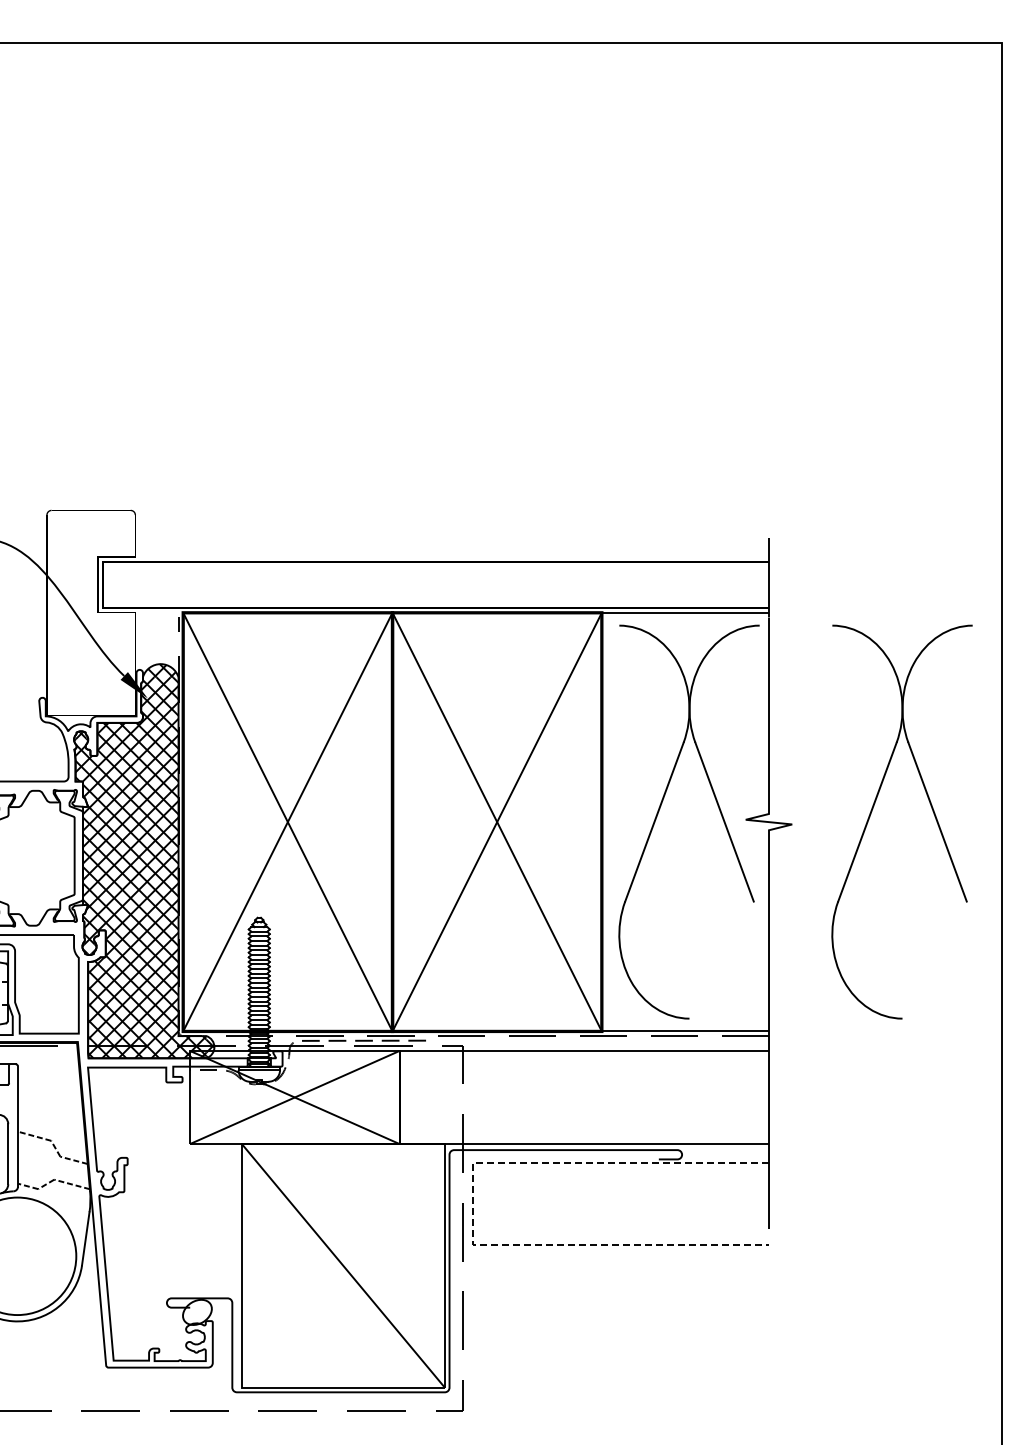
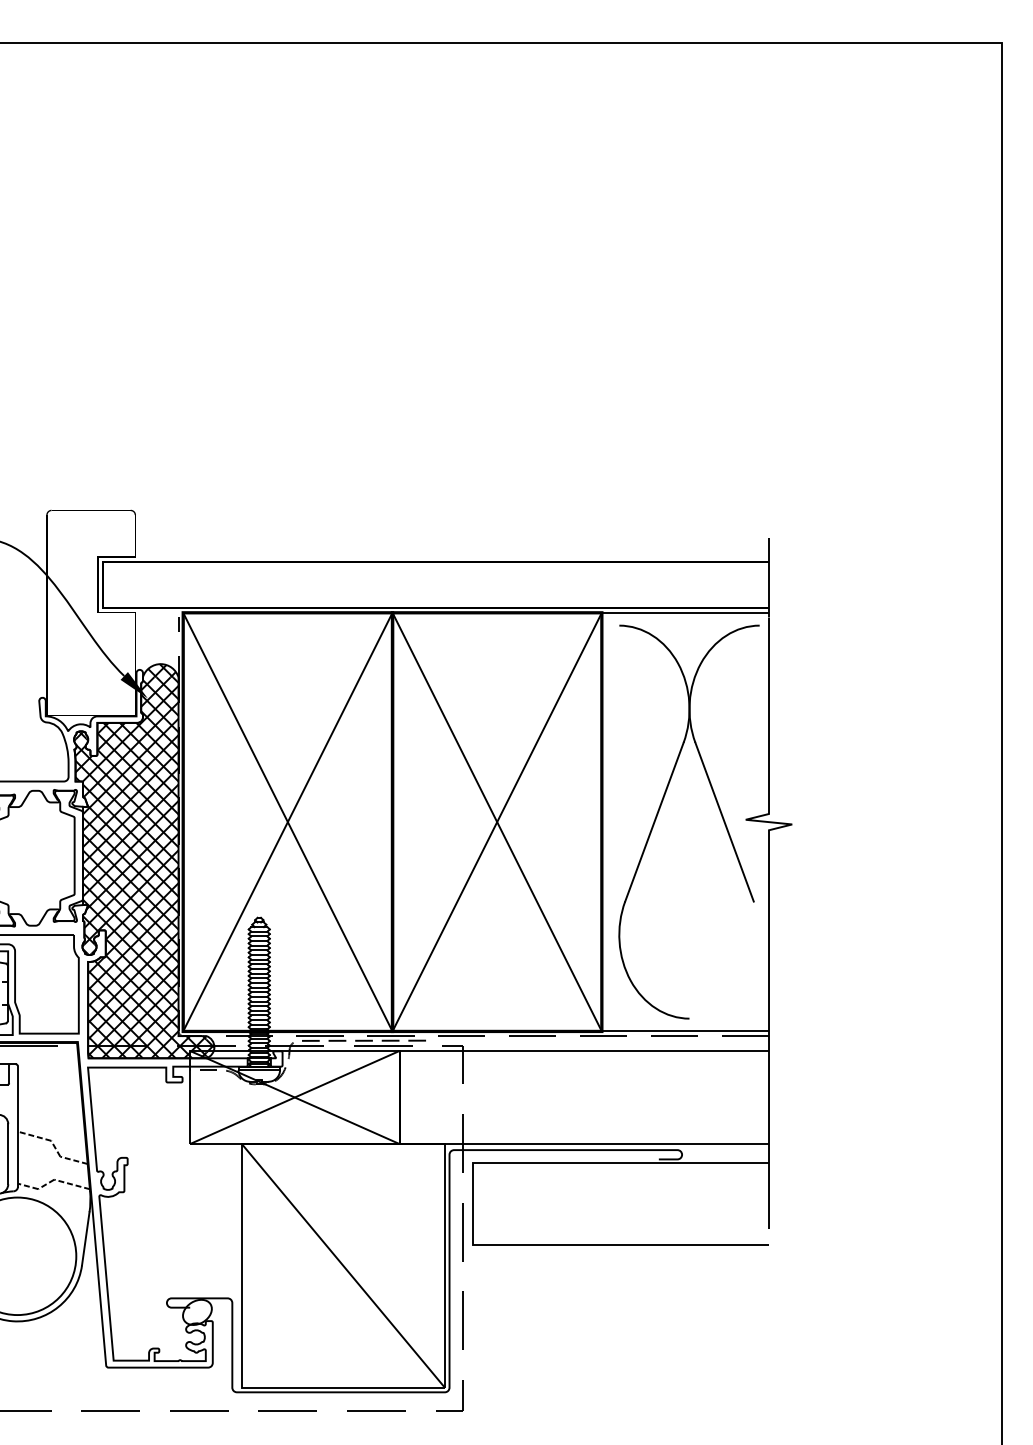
part at (873, 809): present -> none
line at (472, 1203): dashed -> solid
